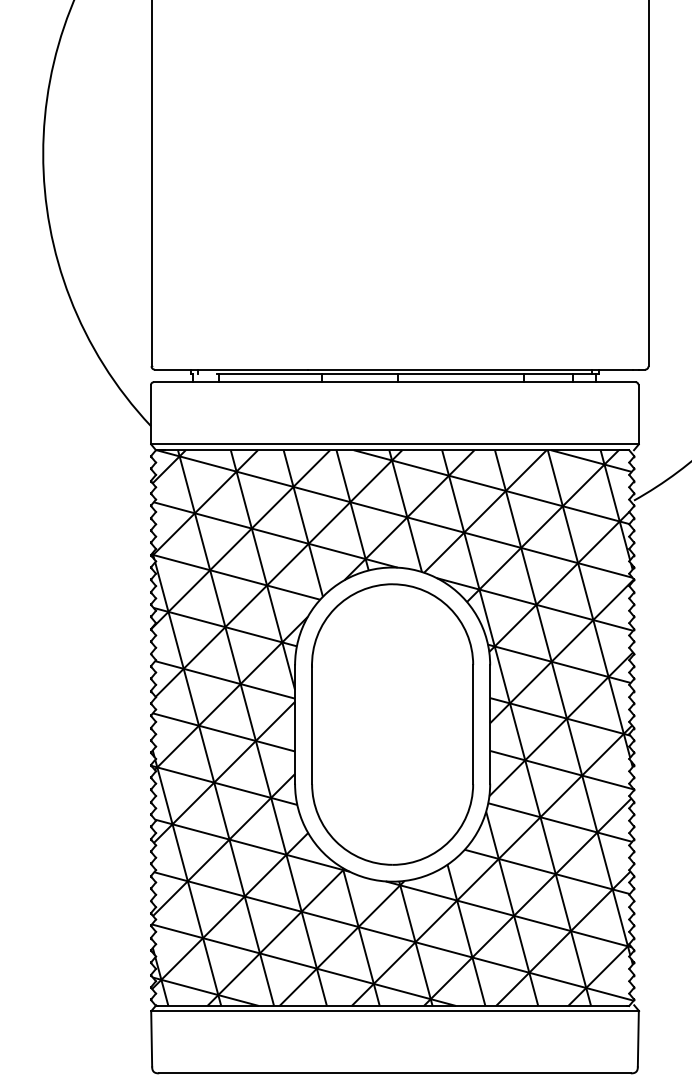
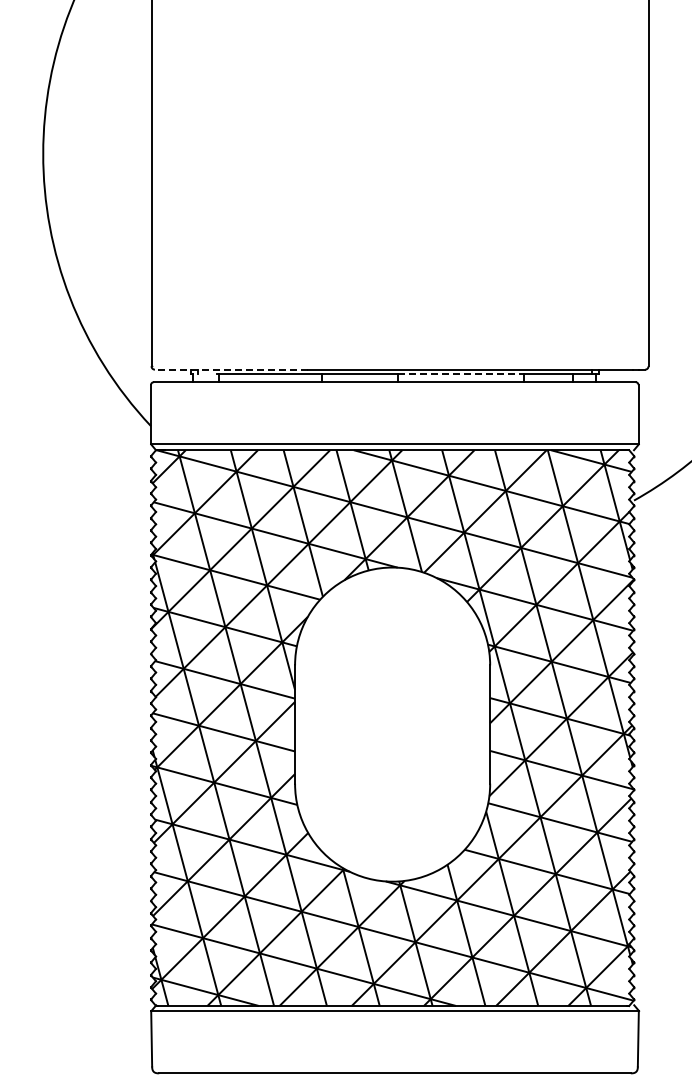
line at (231, 369): solid -> dashed
line at (461, 374): solid -> dashed
part at (392, 724): present -> none
